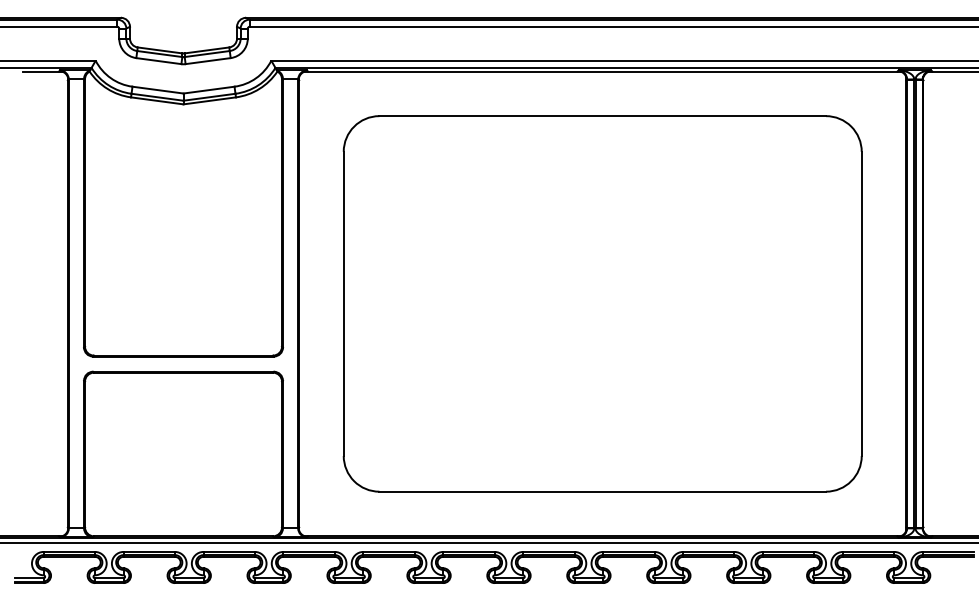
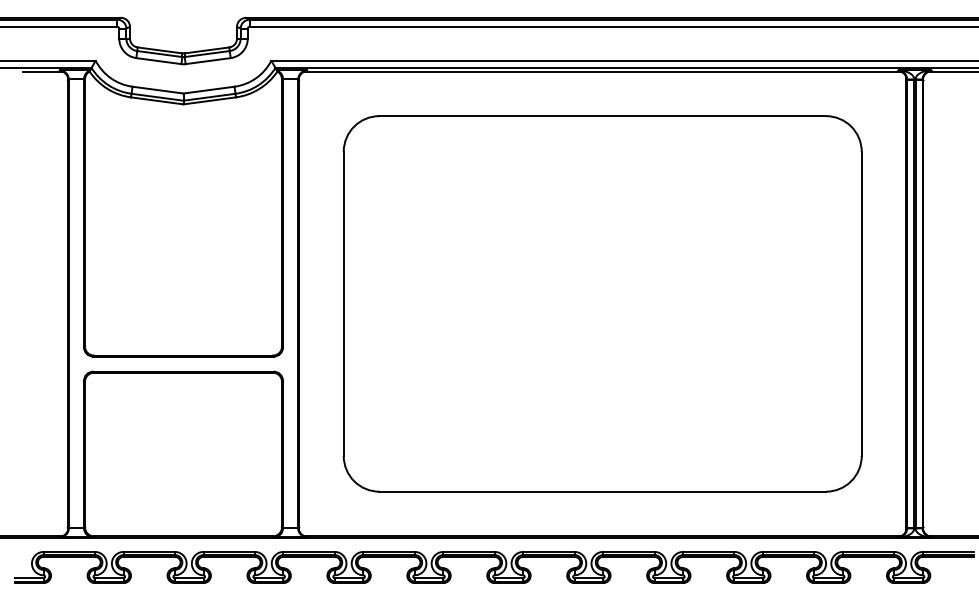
line at (488, 543): present -> none
